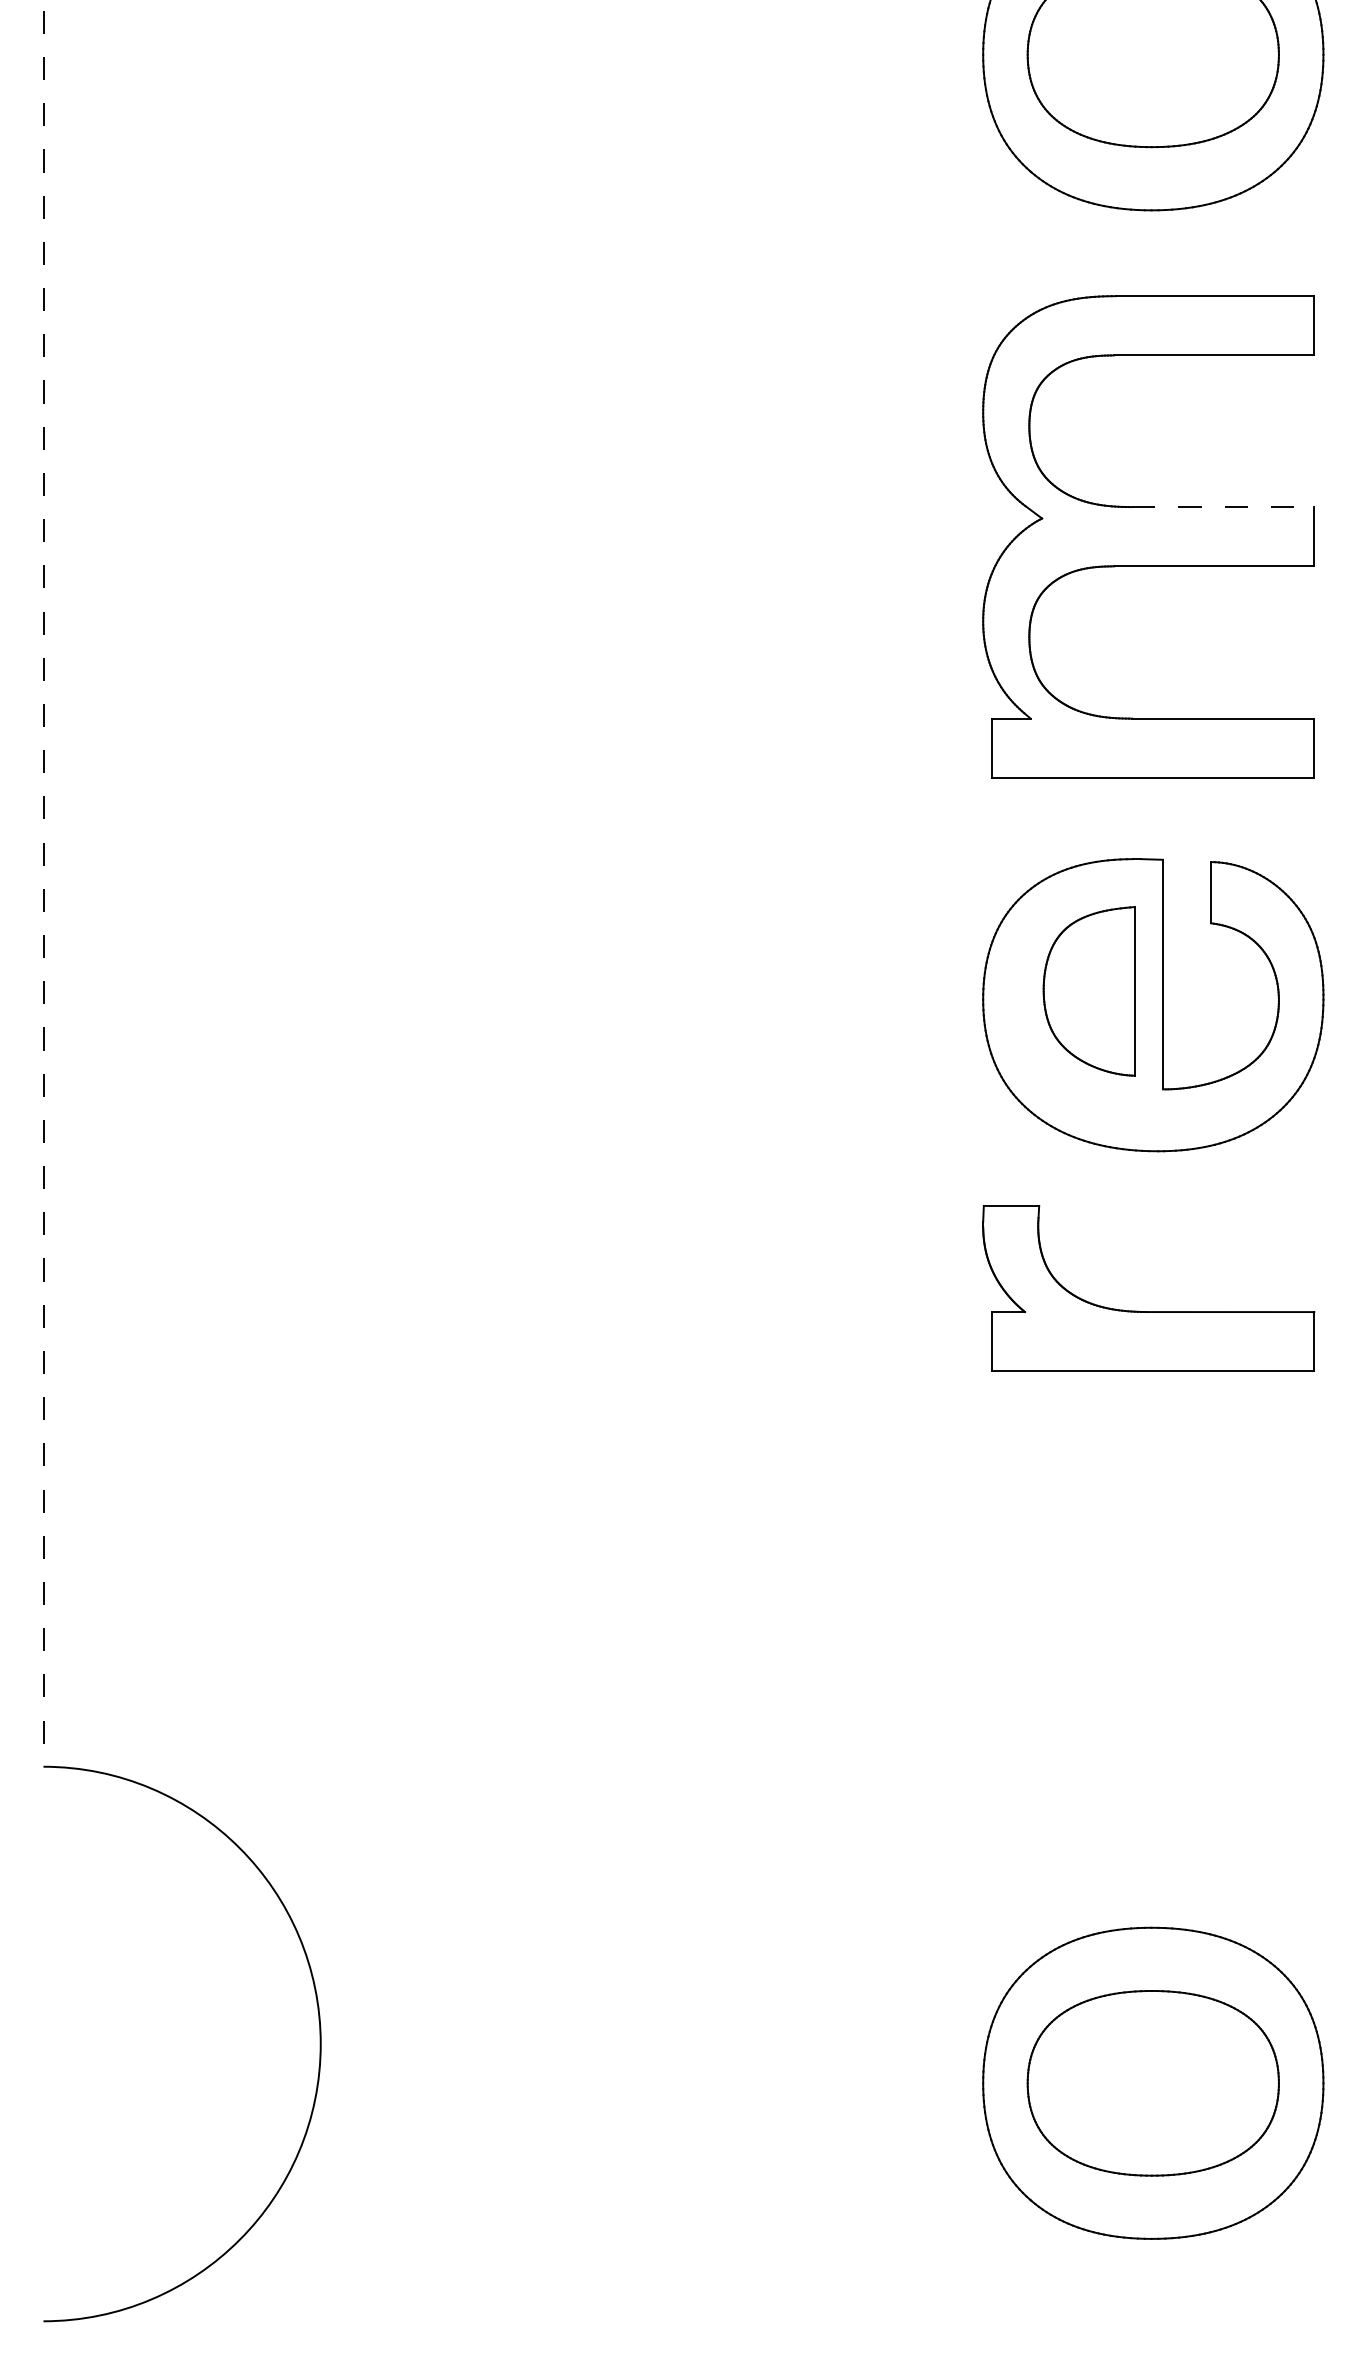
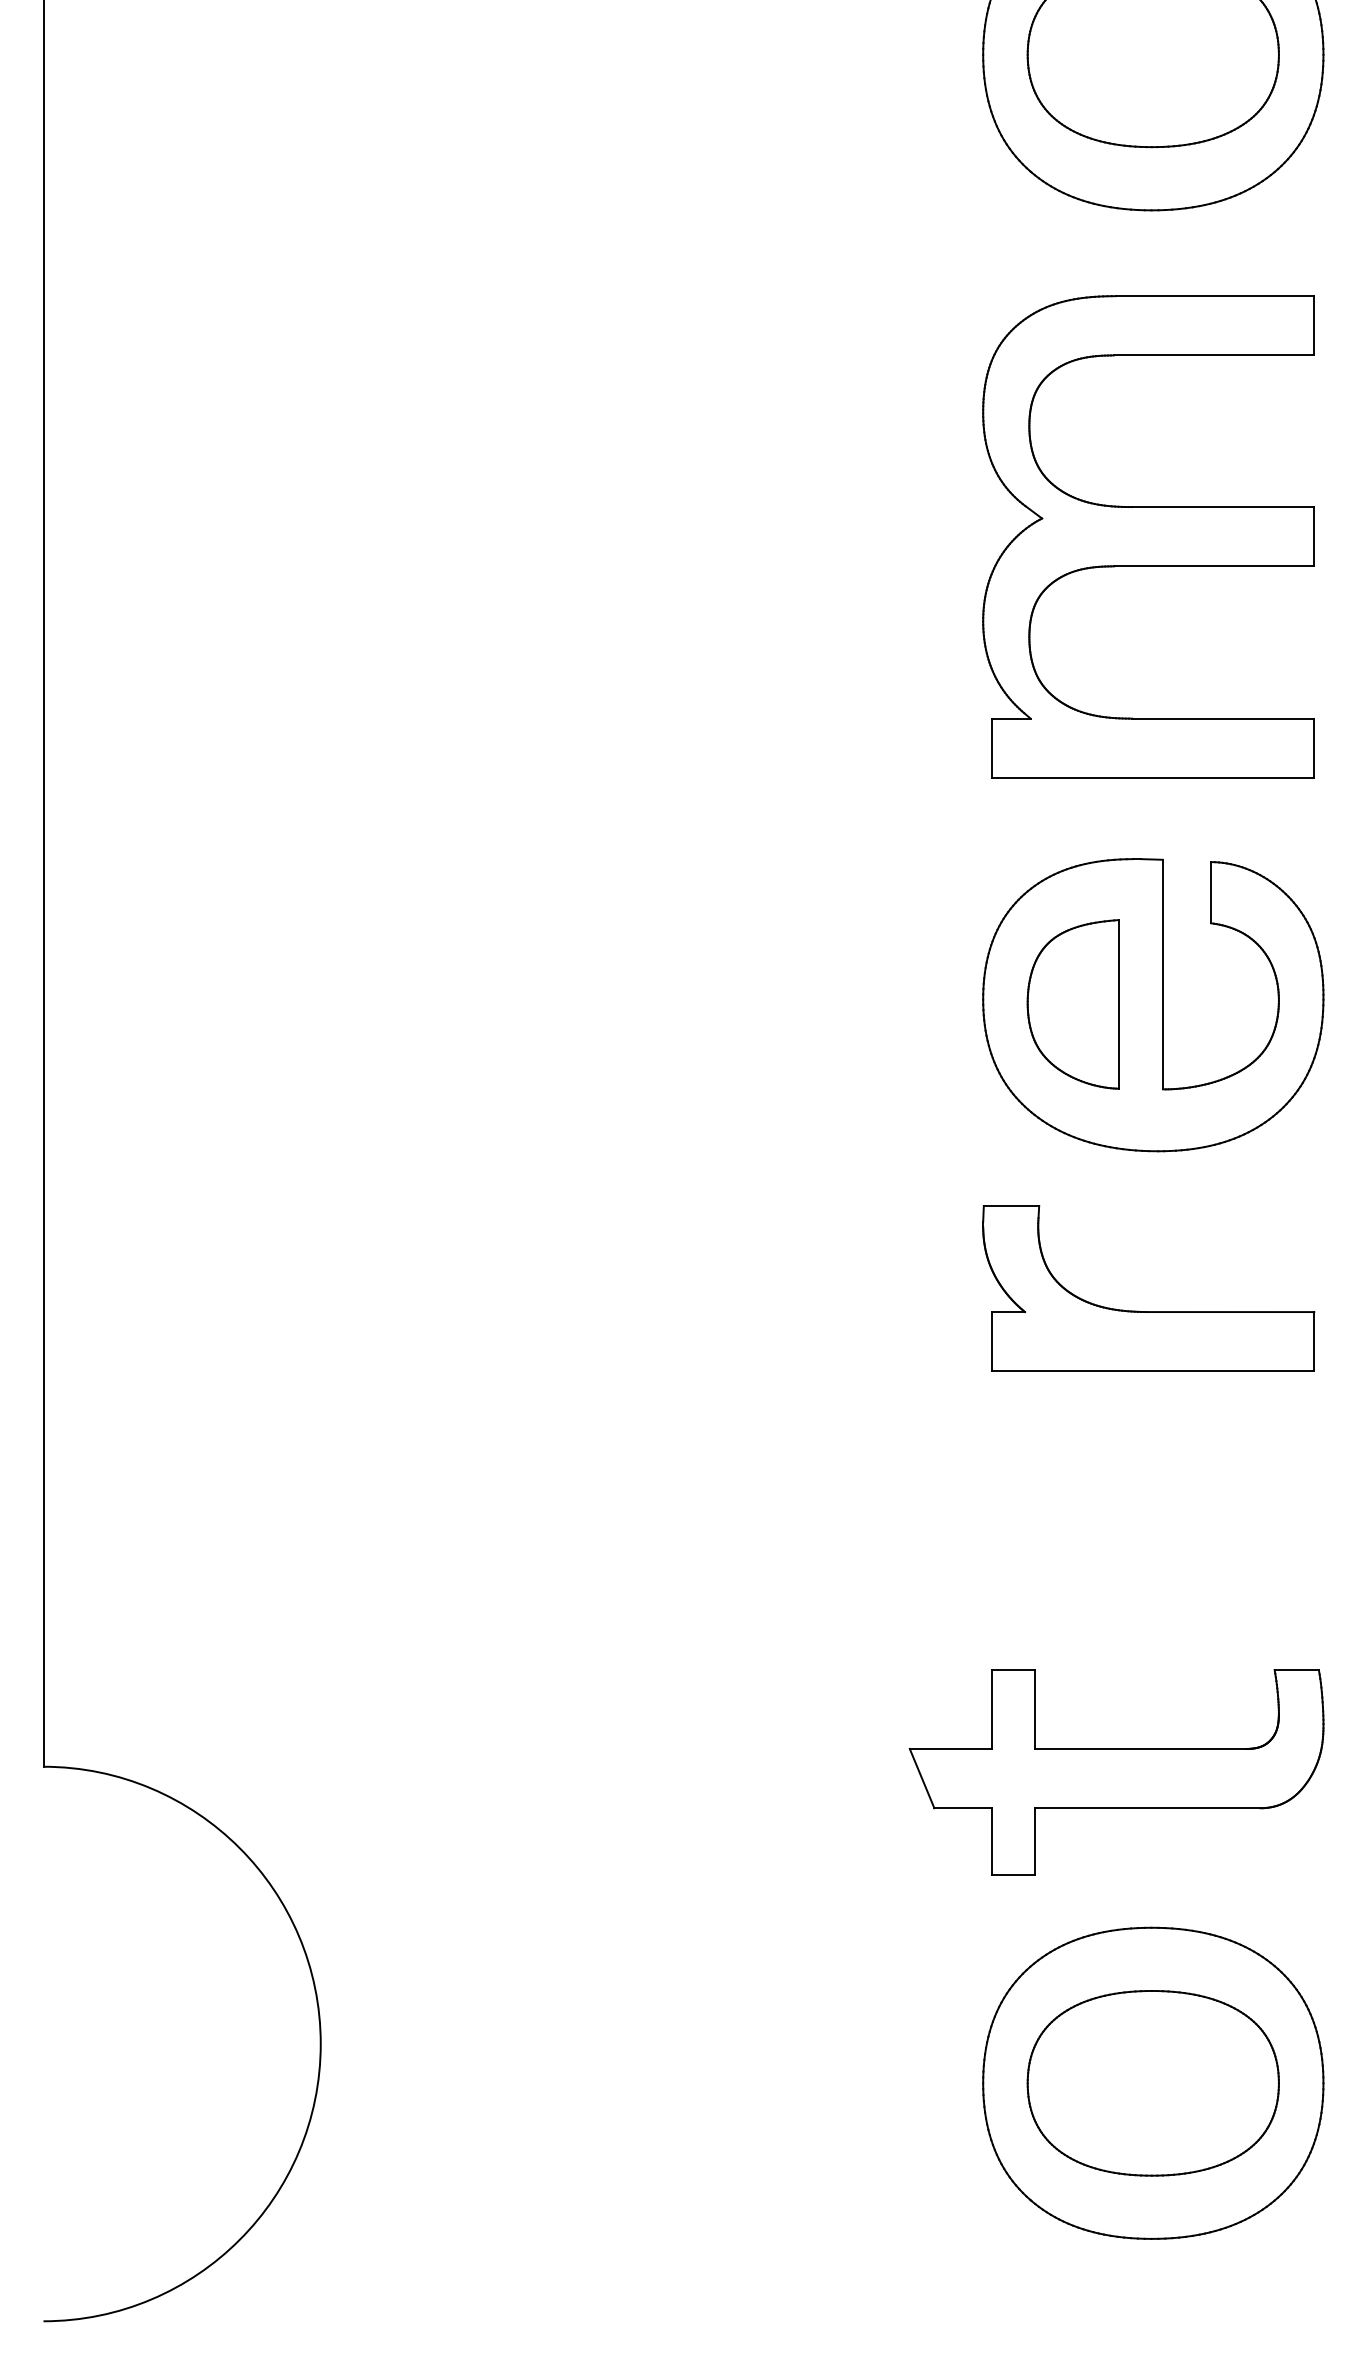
line at (1223, 507): dashed -> solid
line at (43, 883): dashed -> solid
part at (1088, 991) position: (1088, 991) -> (1072, 1004)
part at (1116, 1772): none -> present
